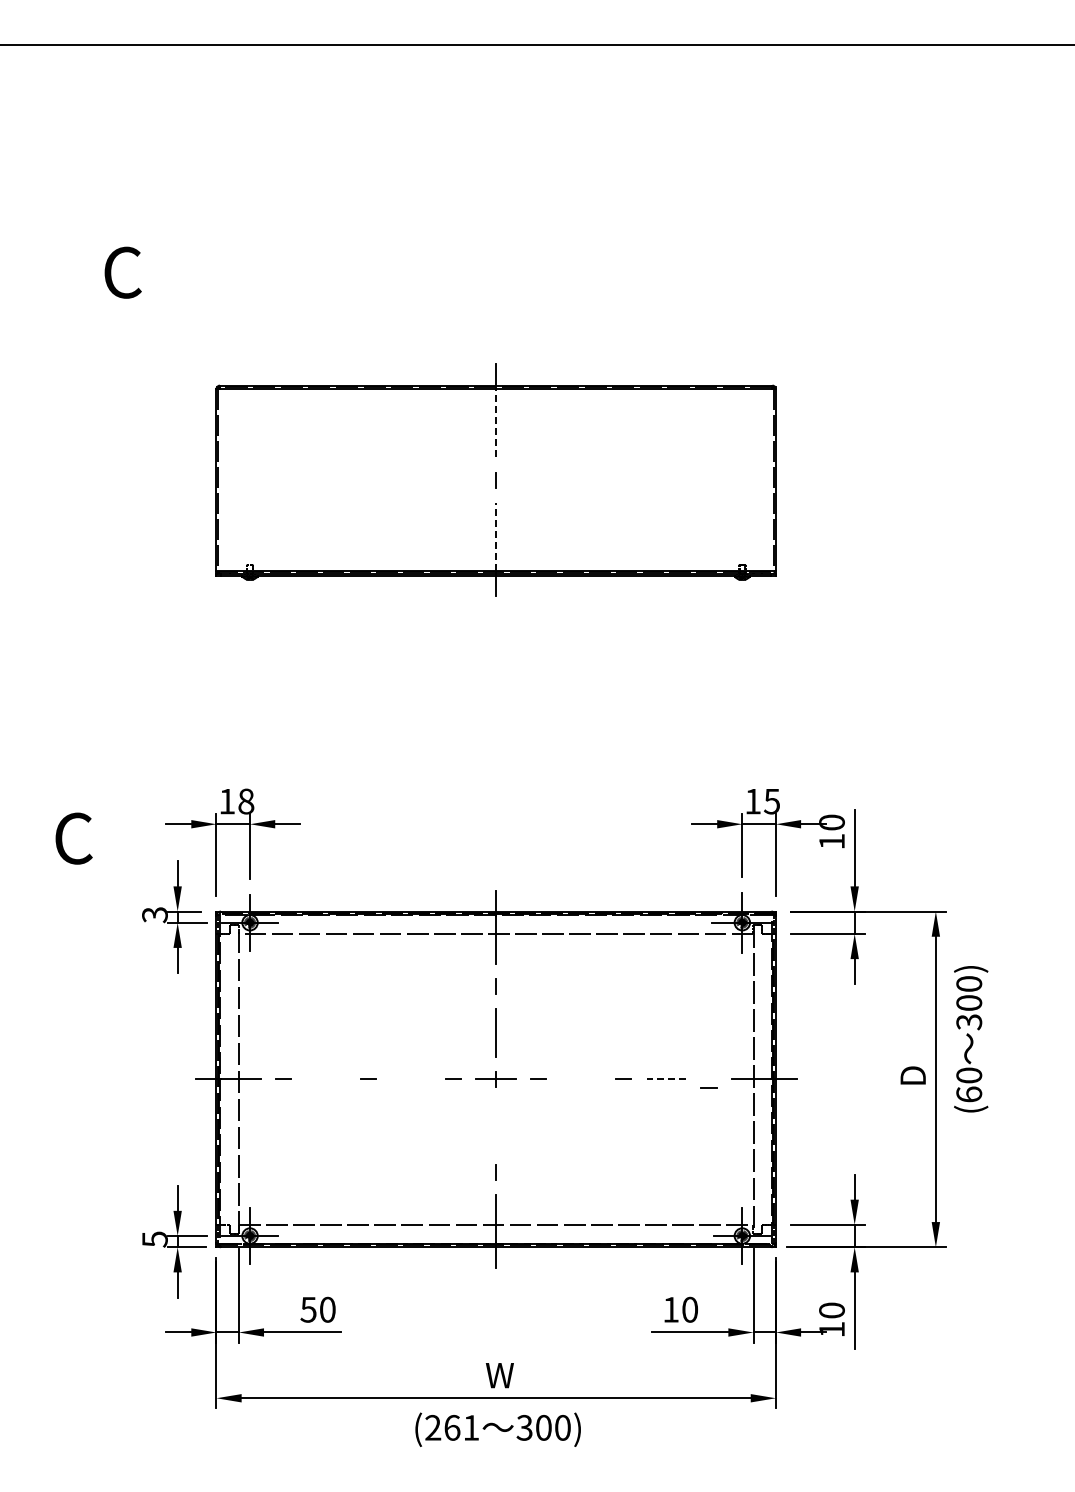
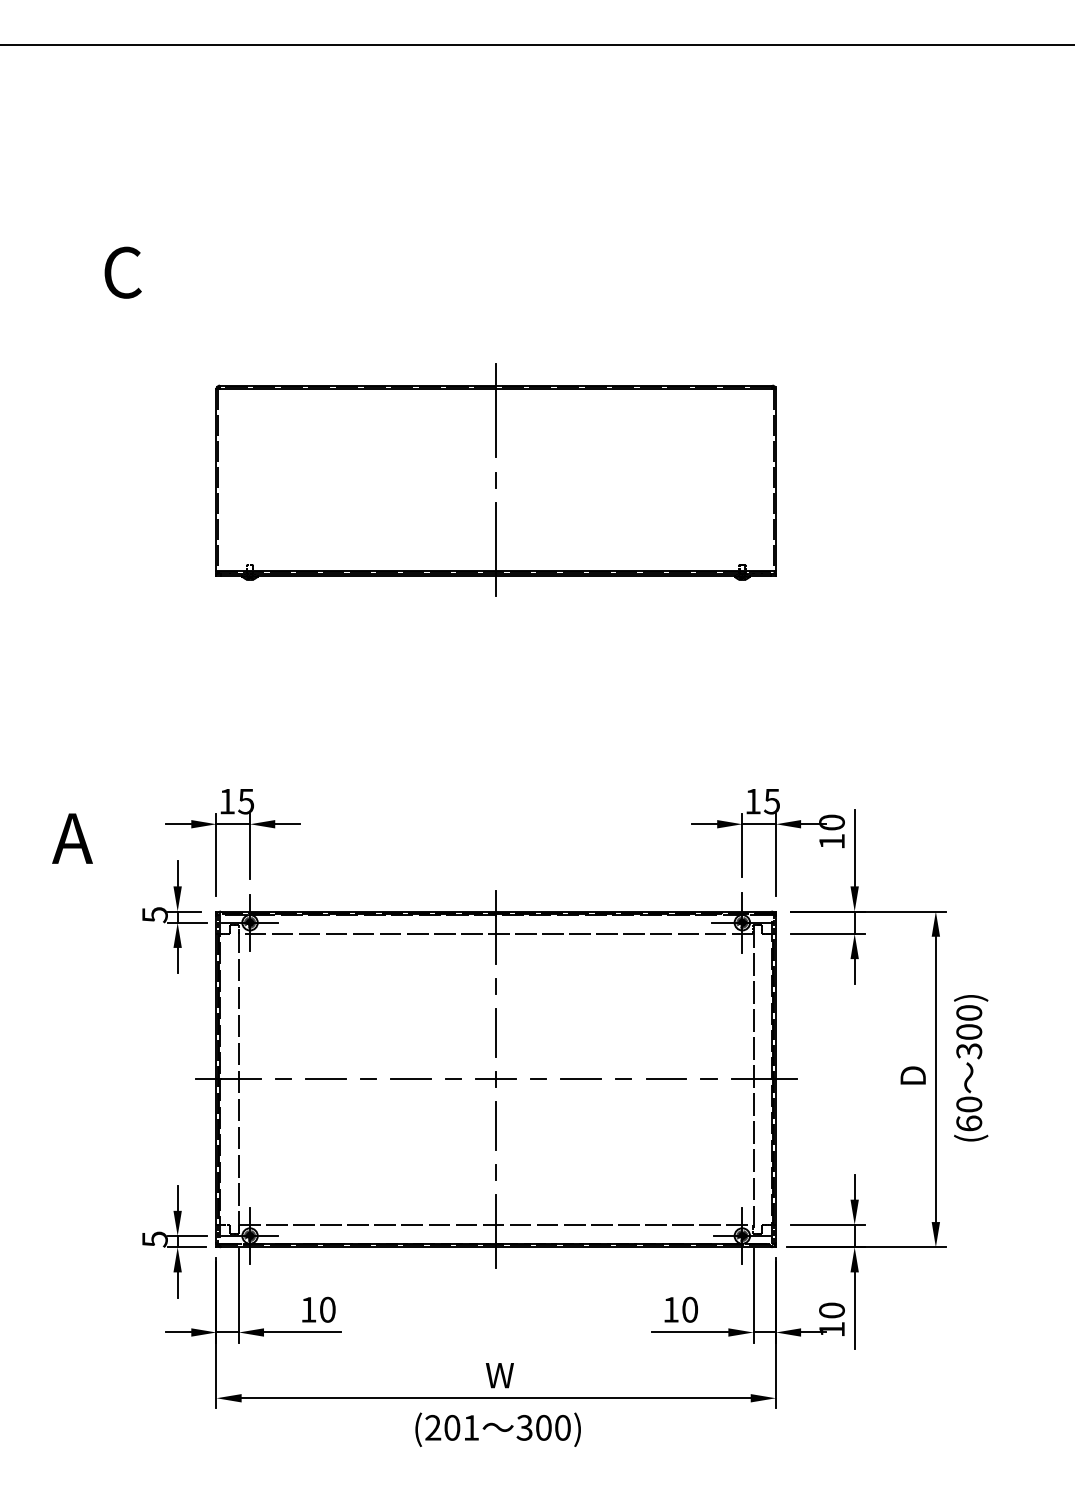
line at (496, 422): dashed -> solid
line at (496, 536): dashed -> solid
text at (246, 801): 18 -> 15
text at (72, 838): C -> A
text at (154, 914): 3 -> 5
text at (971, 1039) position: (971, 1039) -> (971, 1068)
line at (325, 1079): none -> present
line at (410, 1079): none -> present
line at (581, 1079): none -> present
line at (666, 1079): dashed -> solid
line at (708, 1087) position: (708, 1087) -> (708, 1078)
line at (496, 1125): none -> present
text at (308, 1309): 50 -> 10
text at (452, 1427): (261 -> (201
